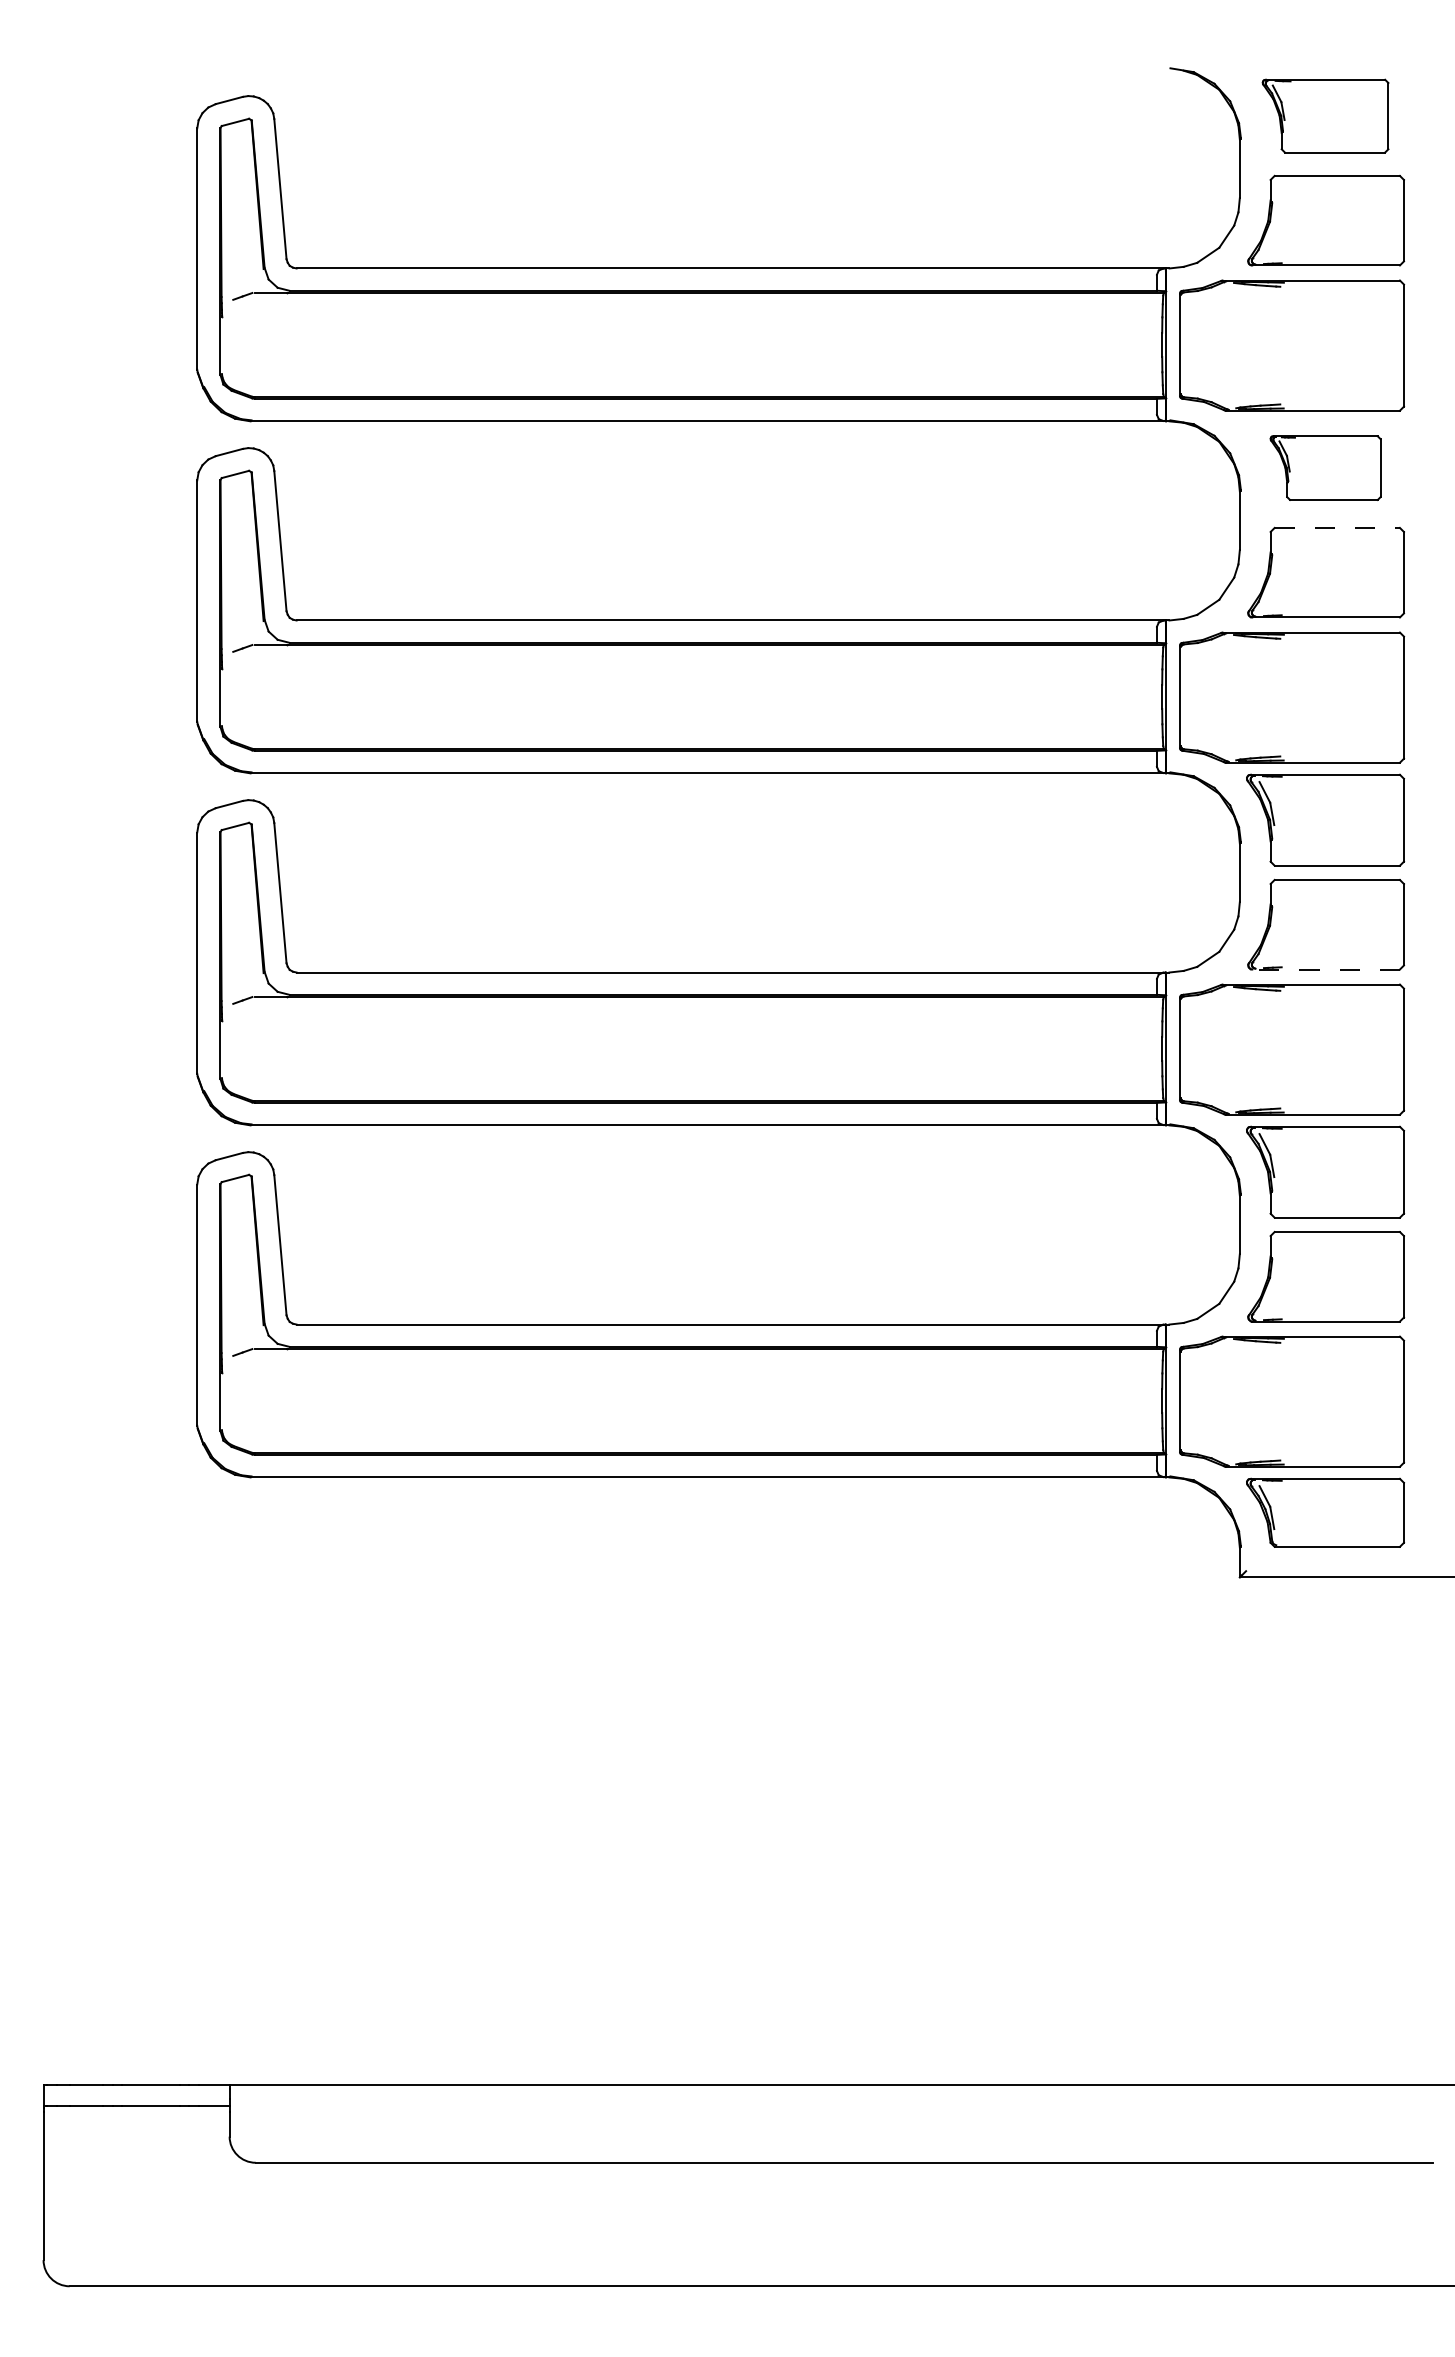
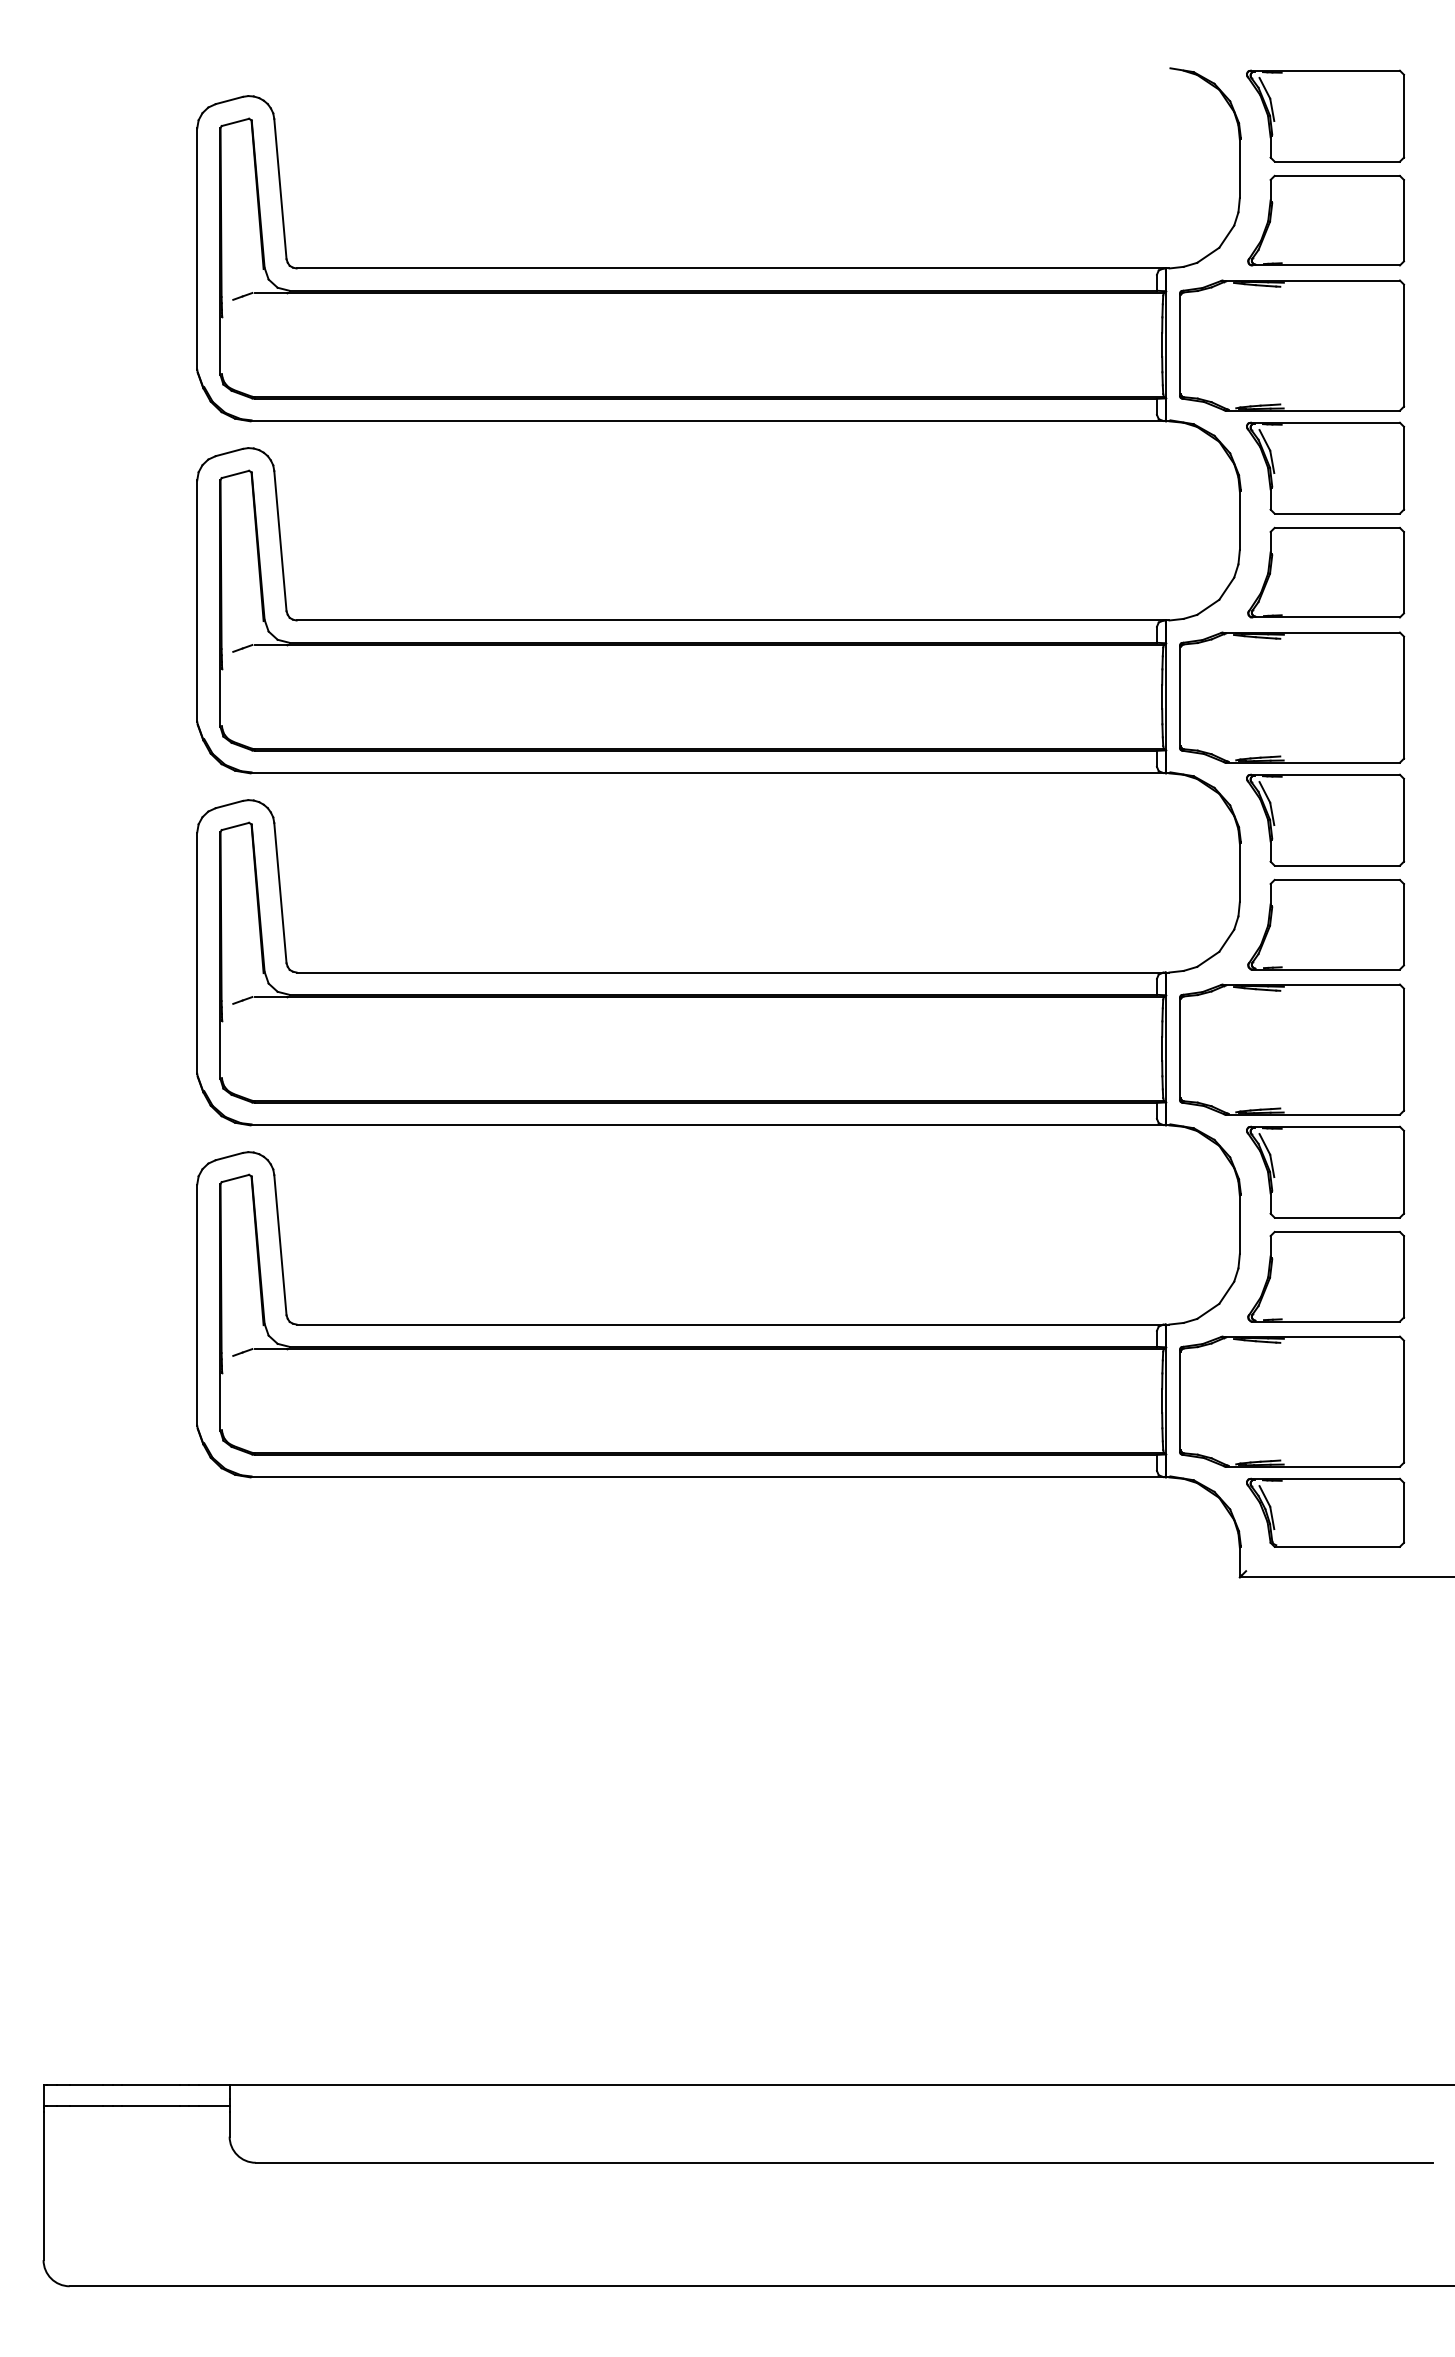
part at (1325, 115) size: 129x76 px -> 160x94 px
part at (1325, 467) size: 113x66 px -> 160x94 px
line at (1337, 527): dashed -> solid
line at (1326, 969): dashed -> solid
